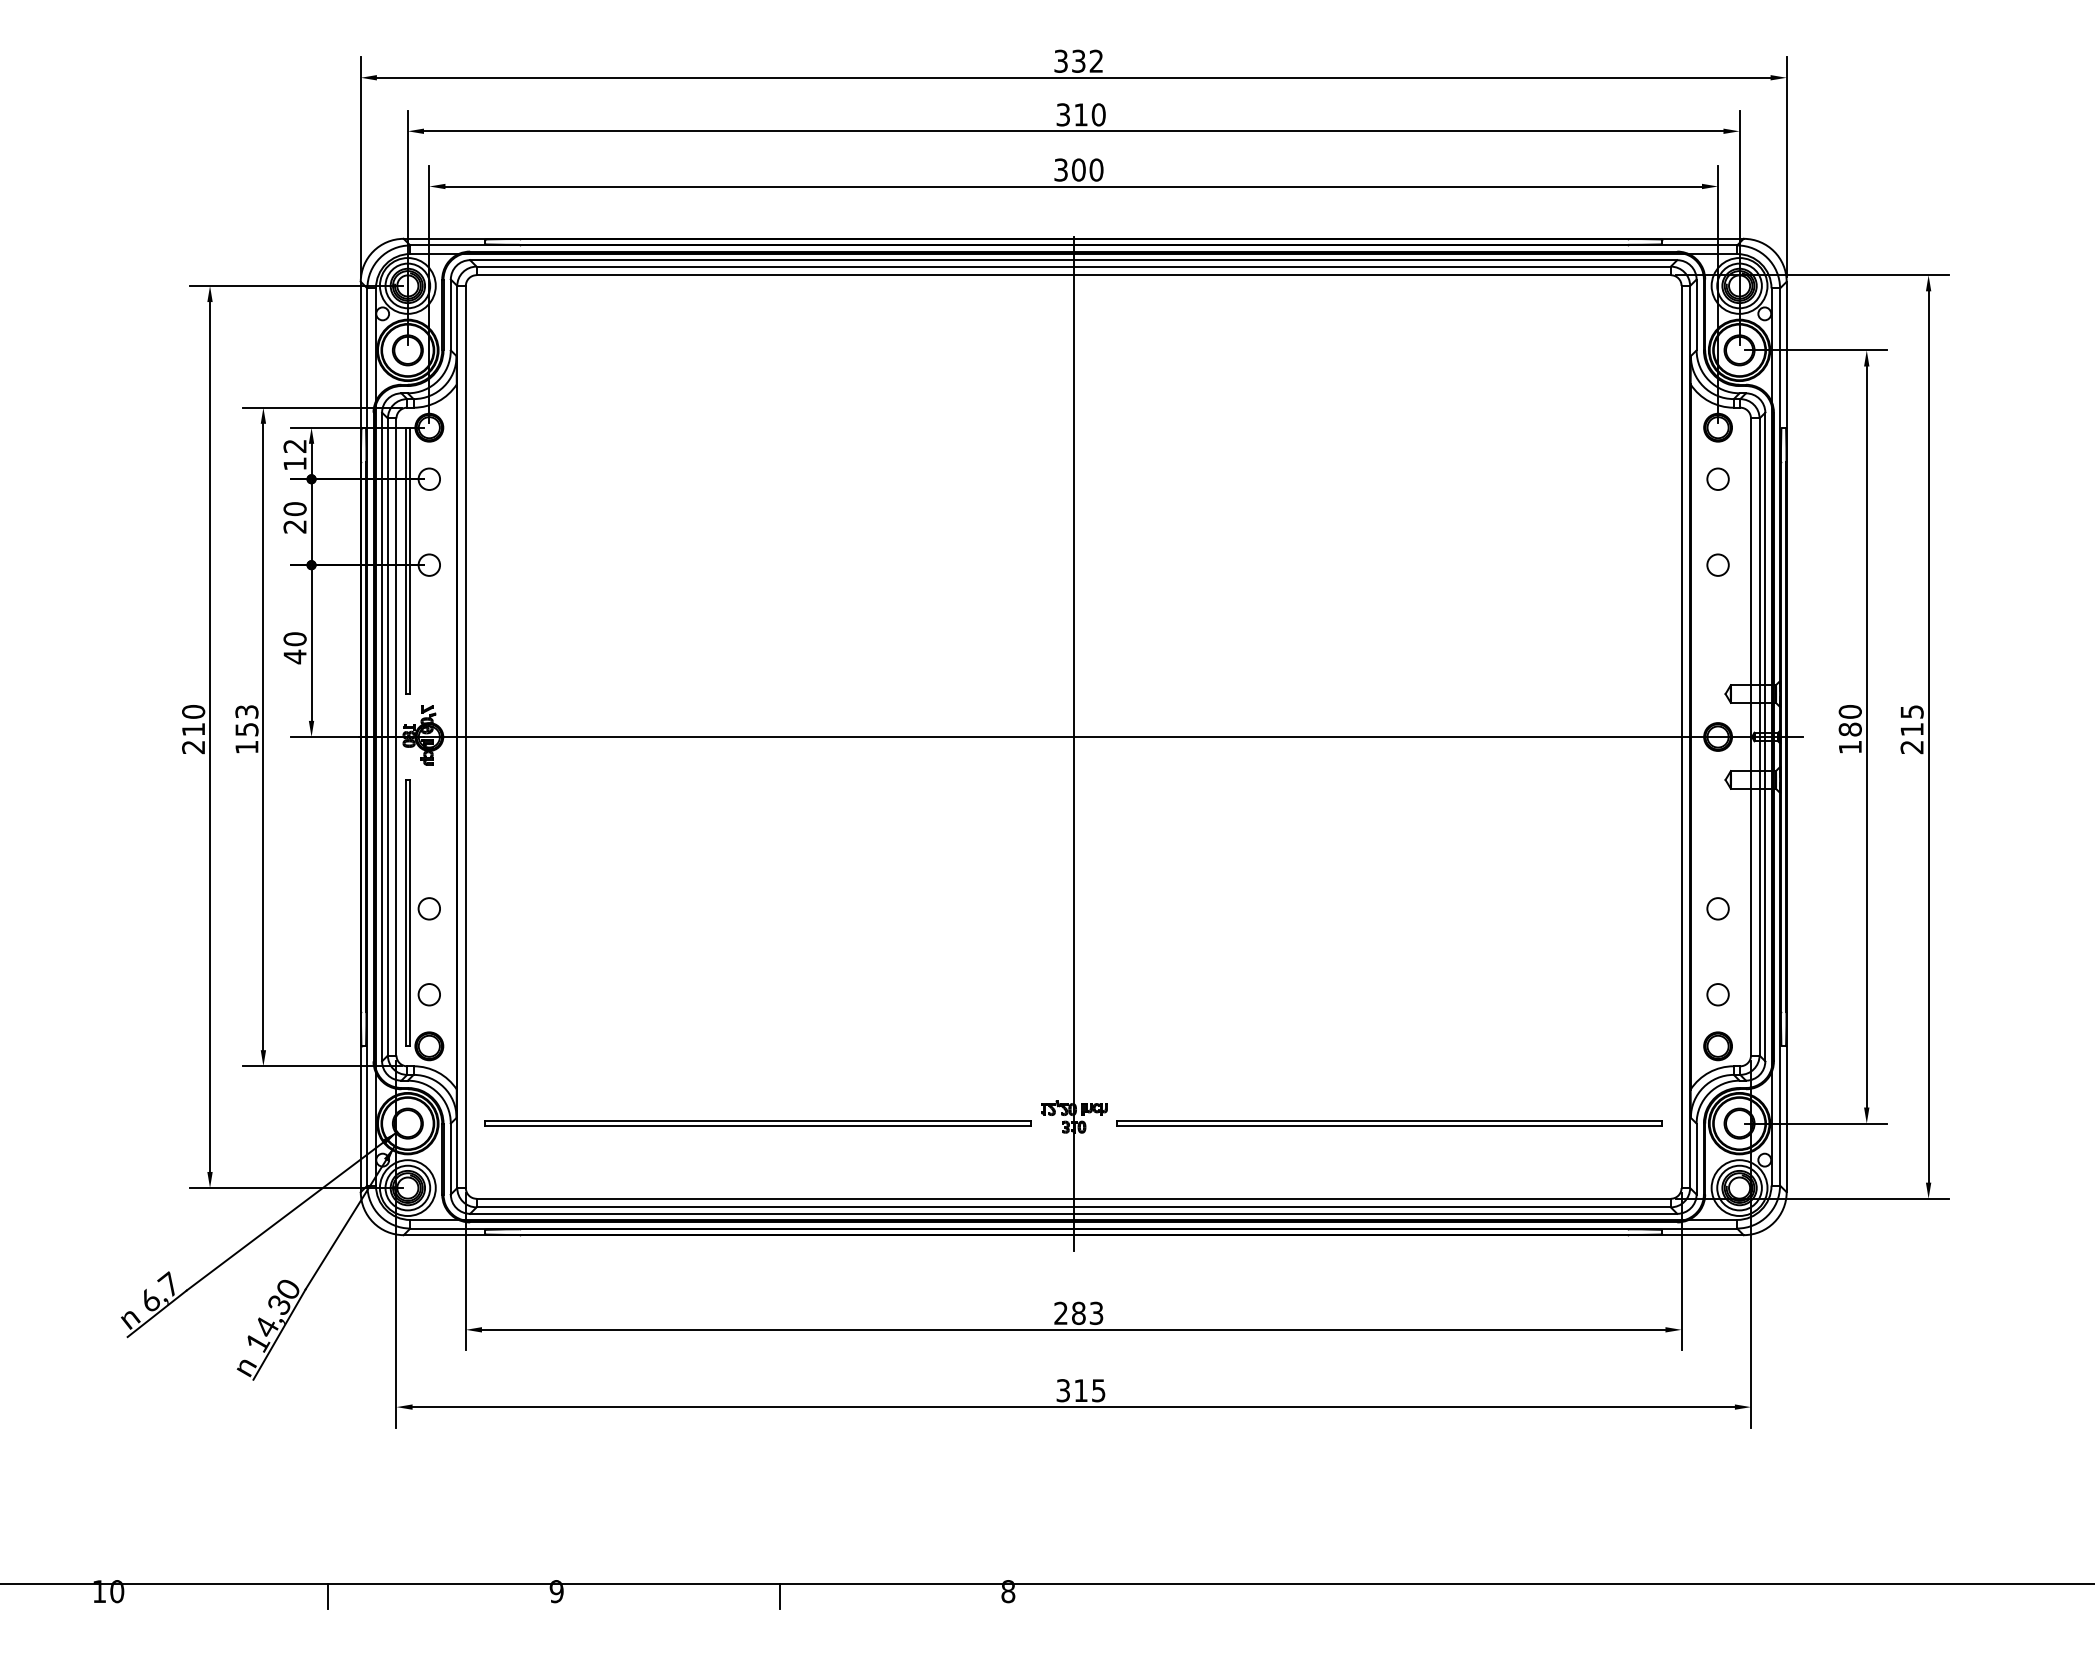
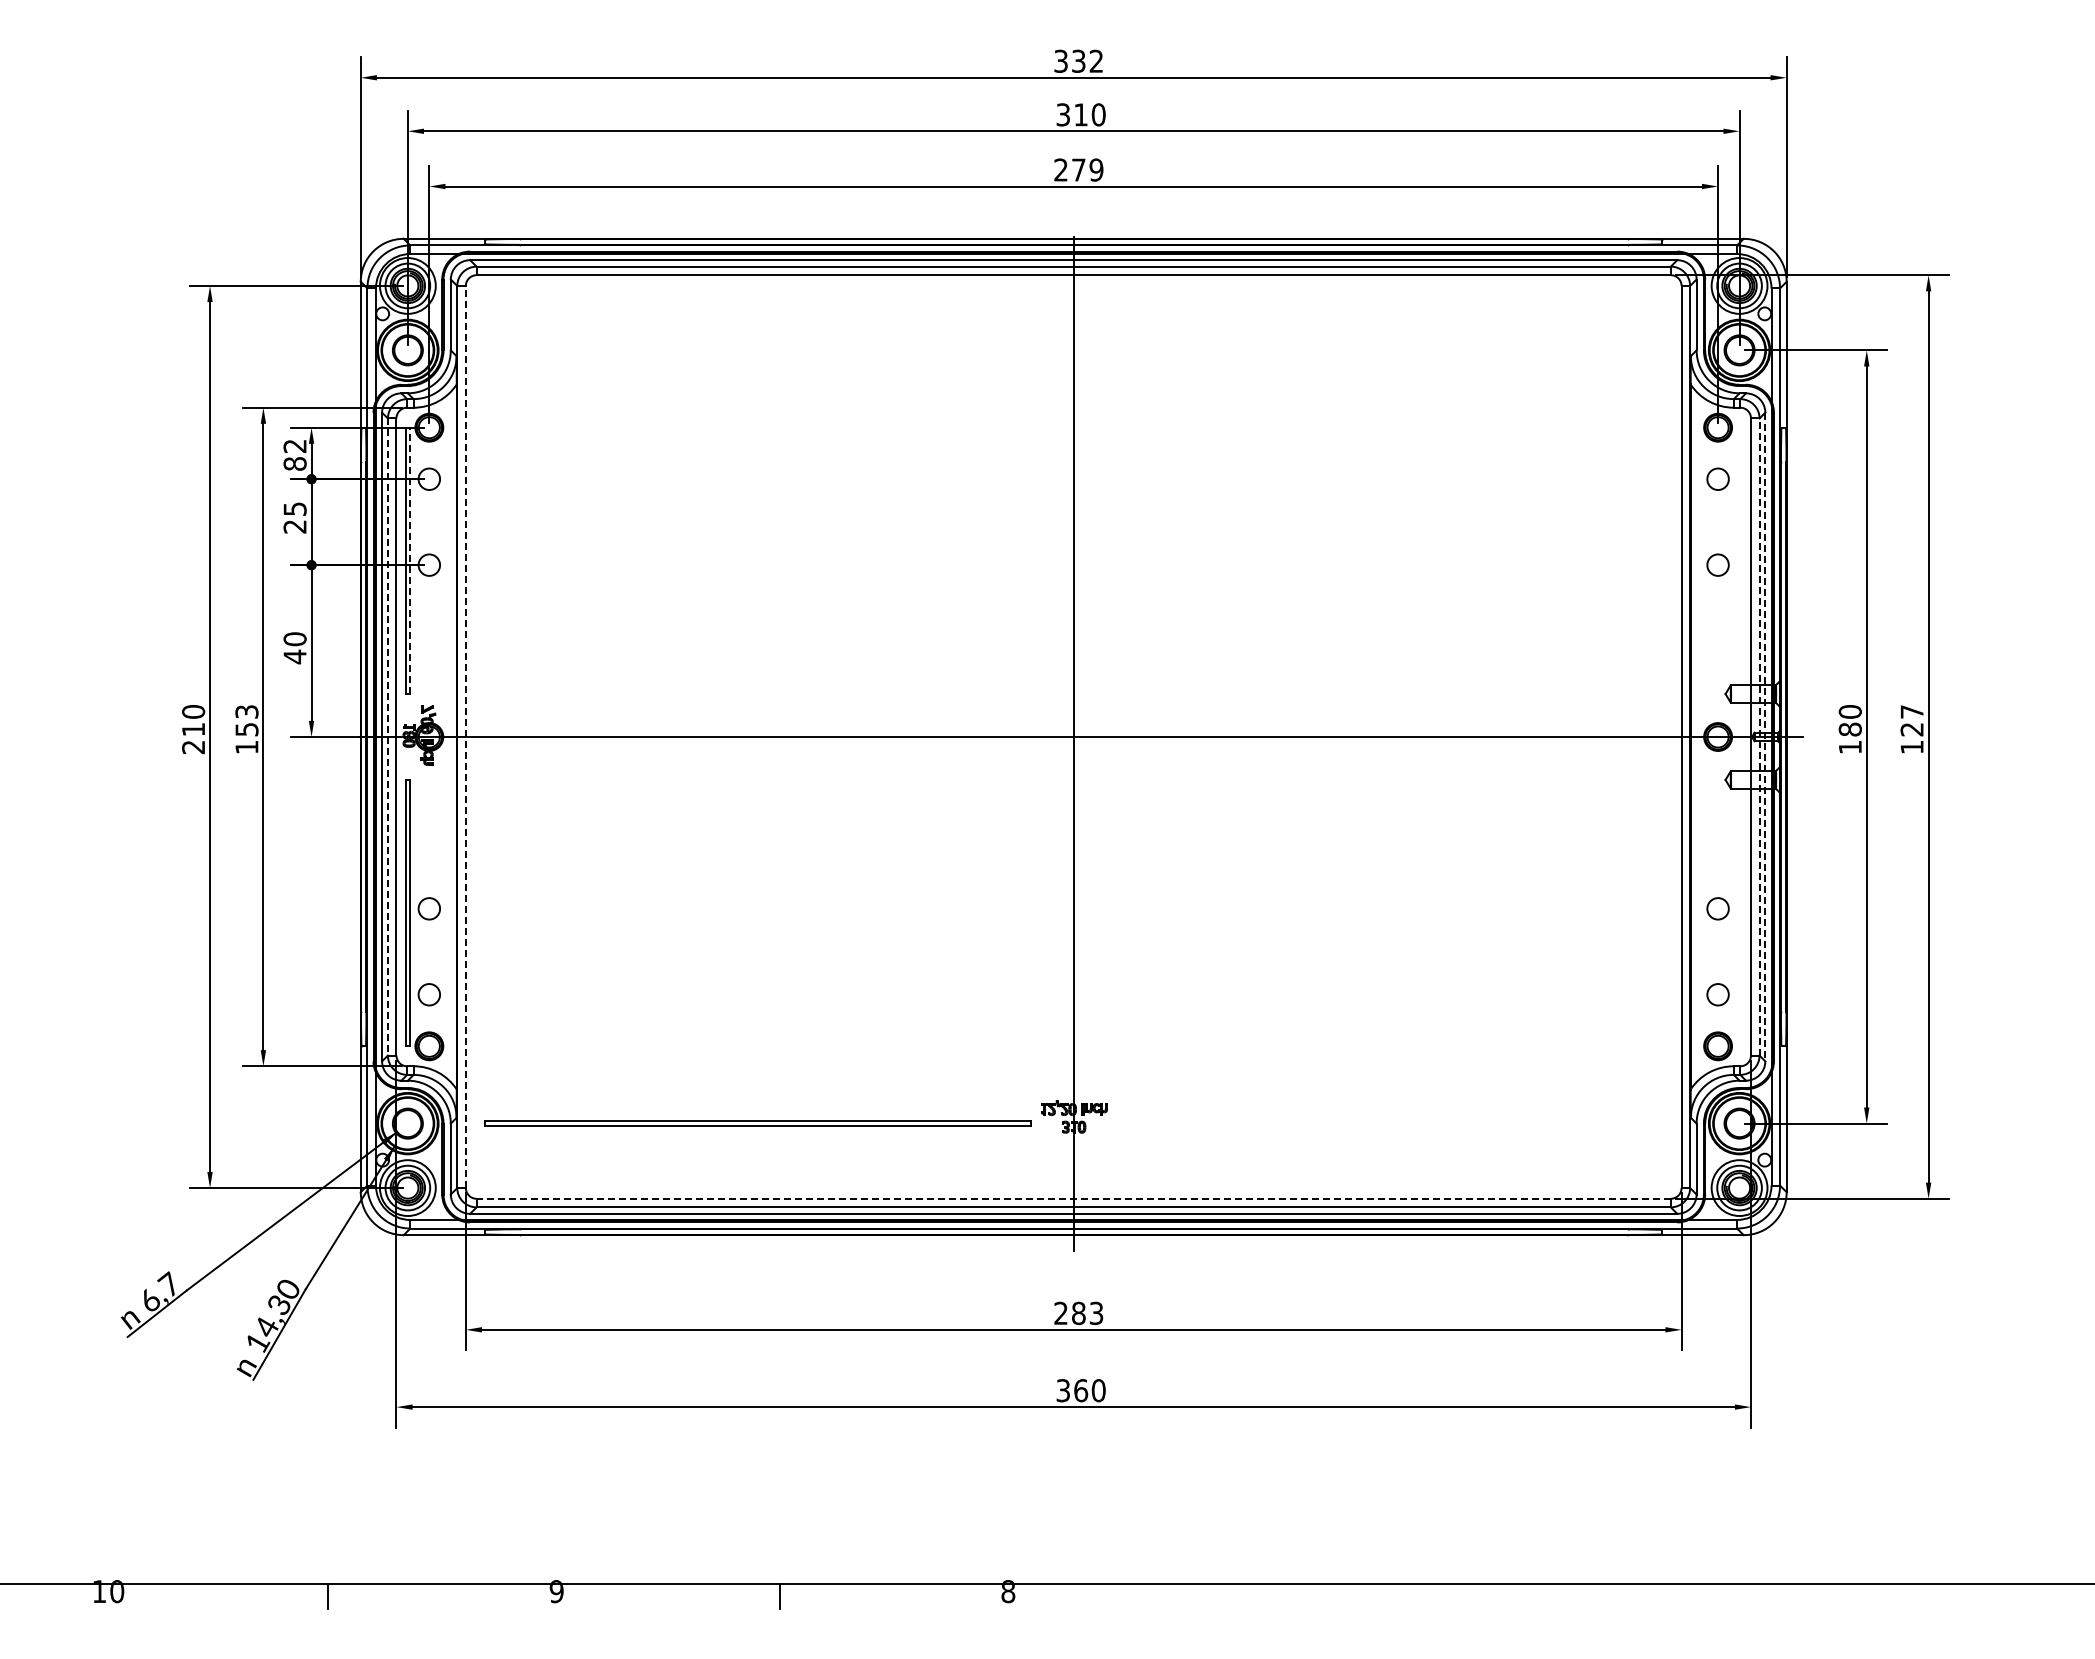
text at (1078, 169): 300 -> 279
text at (294, 463): 12 -> 82
text at (294, 509): 20 -> 25
line at (410, 560): solid -> dashed
text at (1911, 729): 215 -> 127
line at (465, 736): solid -> dashed
line at (387, 737): solid -> dashed
line at (1759, 737): solid -> dashed
line at (1765, 737): solid -> dashed
part at (1389, 1123): present -> none
line at (1073, 1198): solid -> dashed
text at (1089, 1390): 315 -> 360
